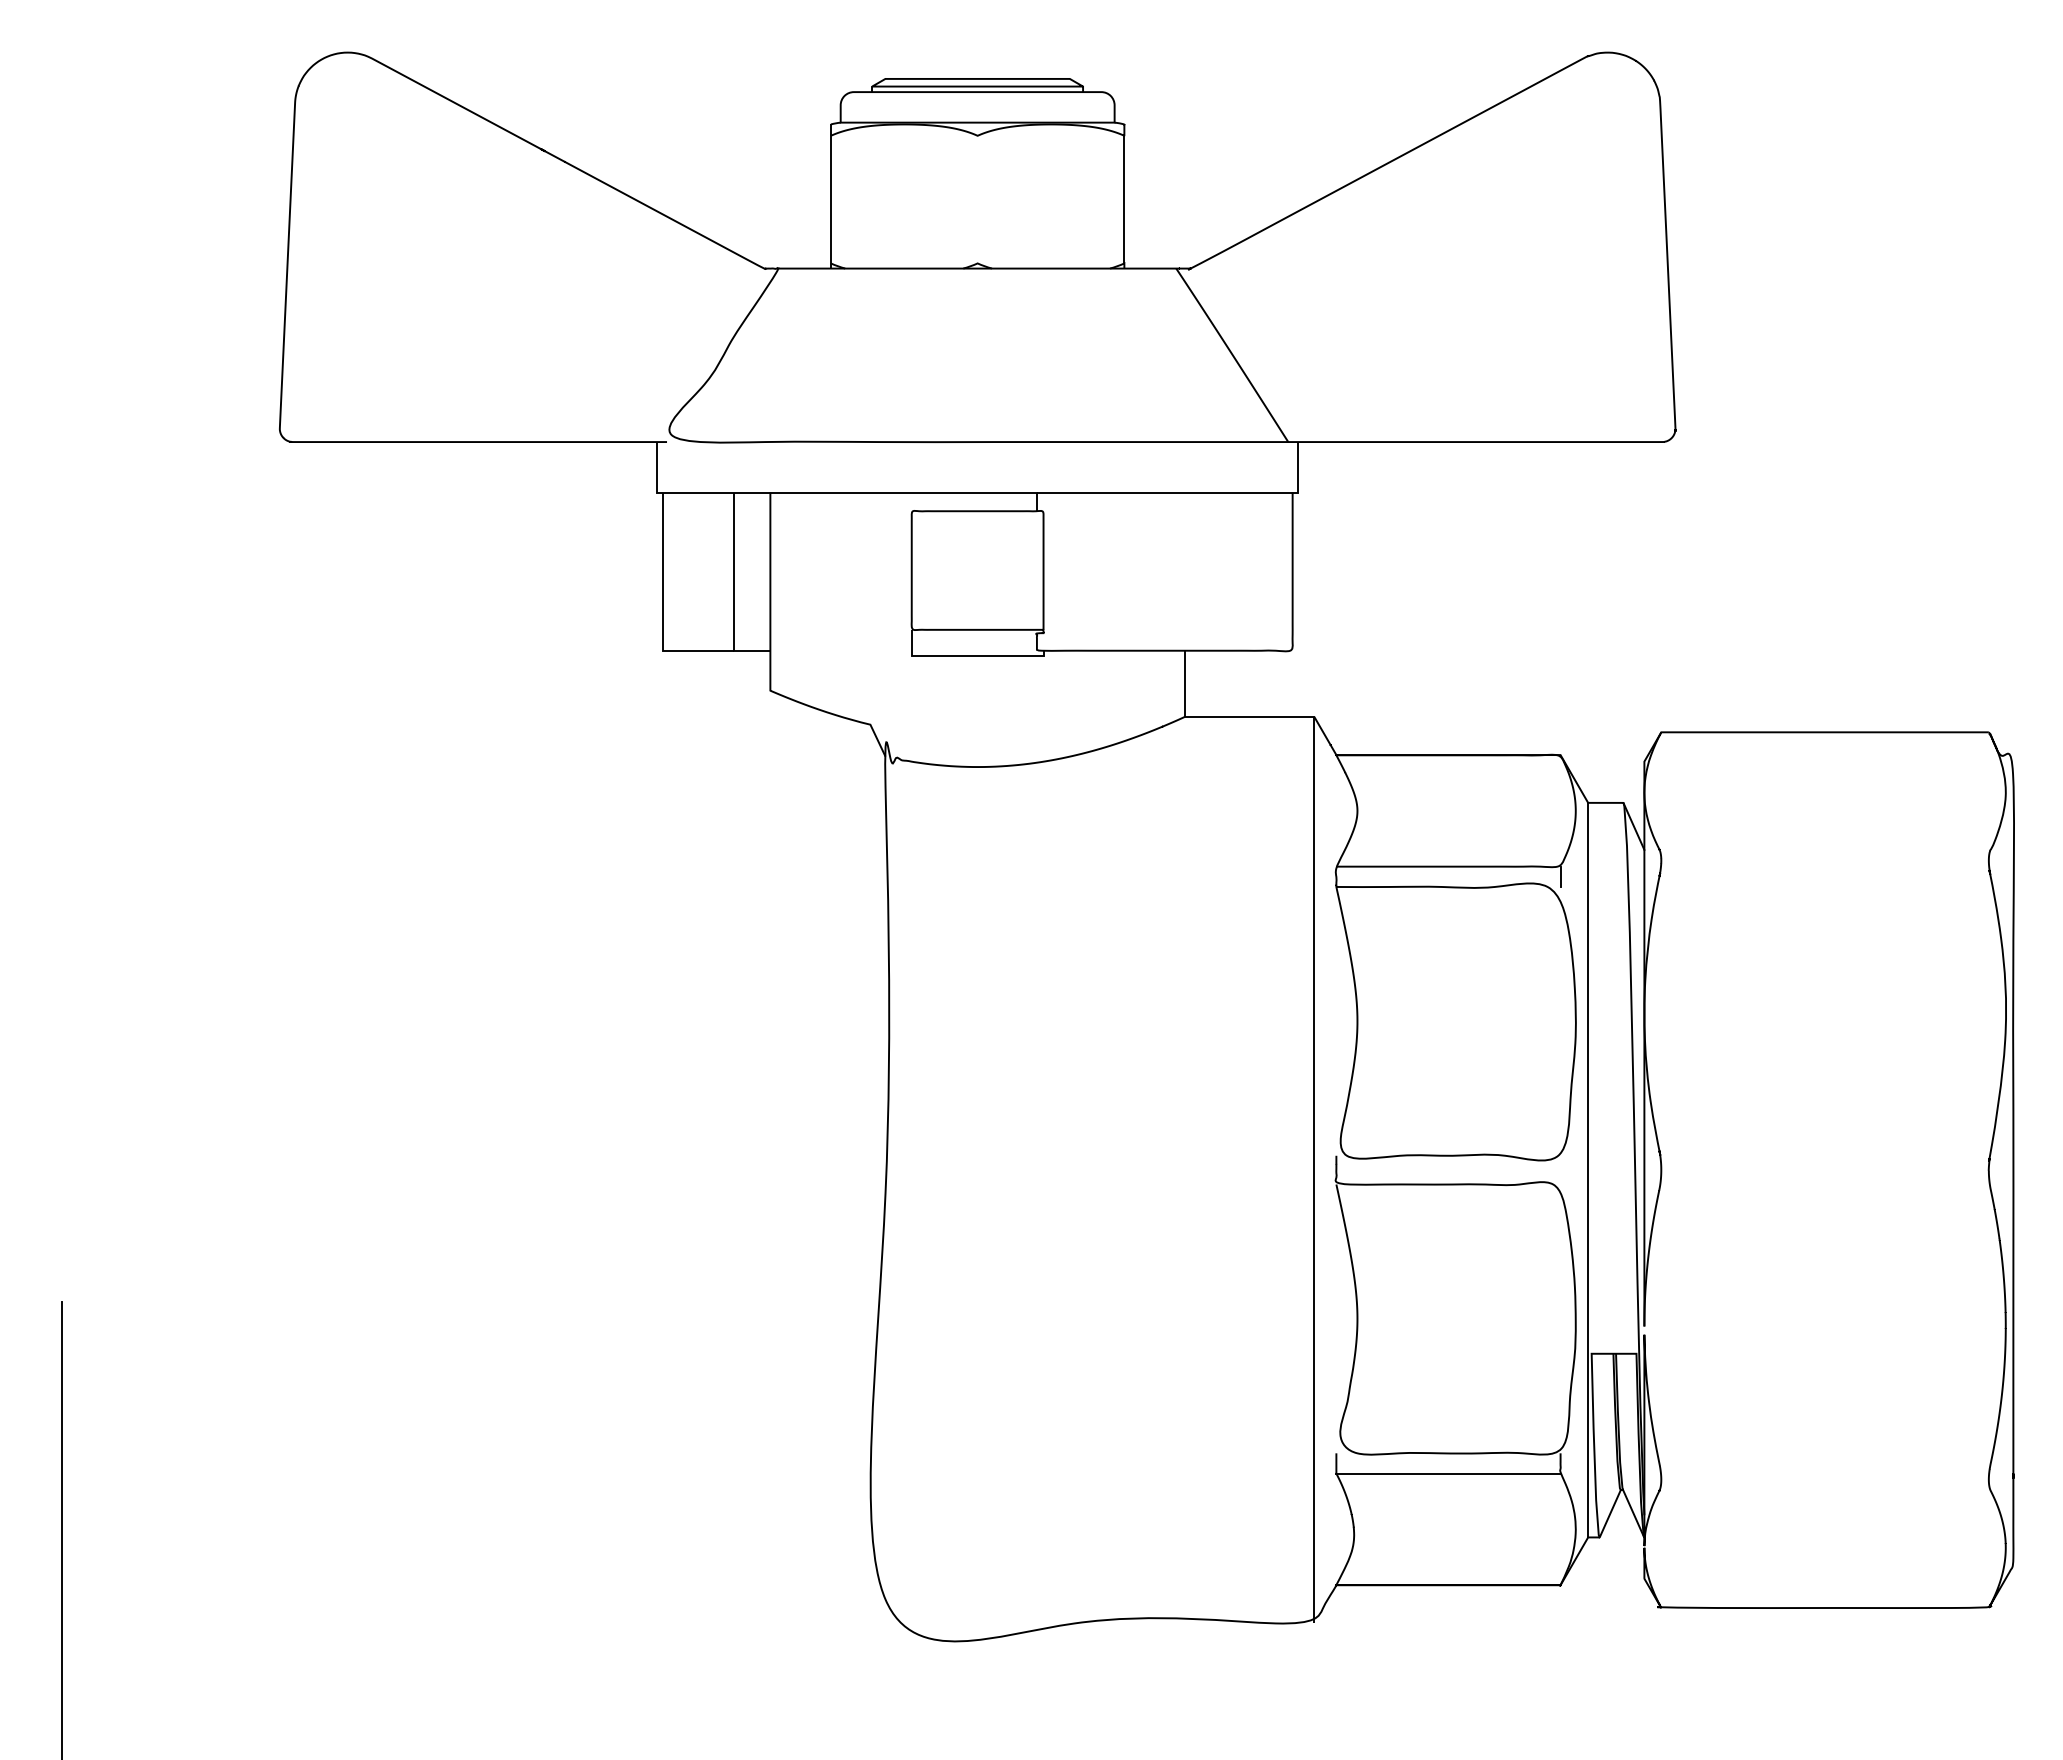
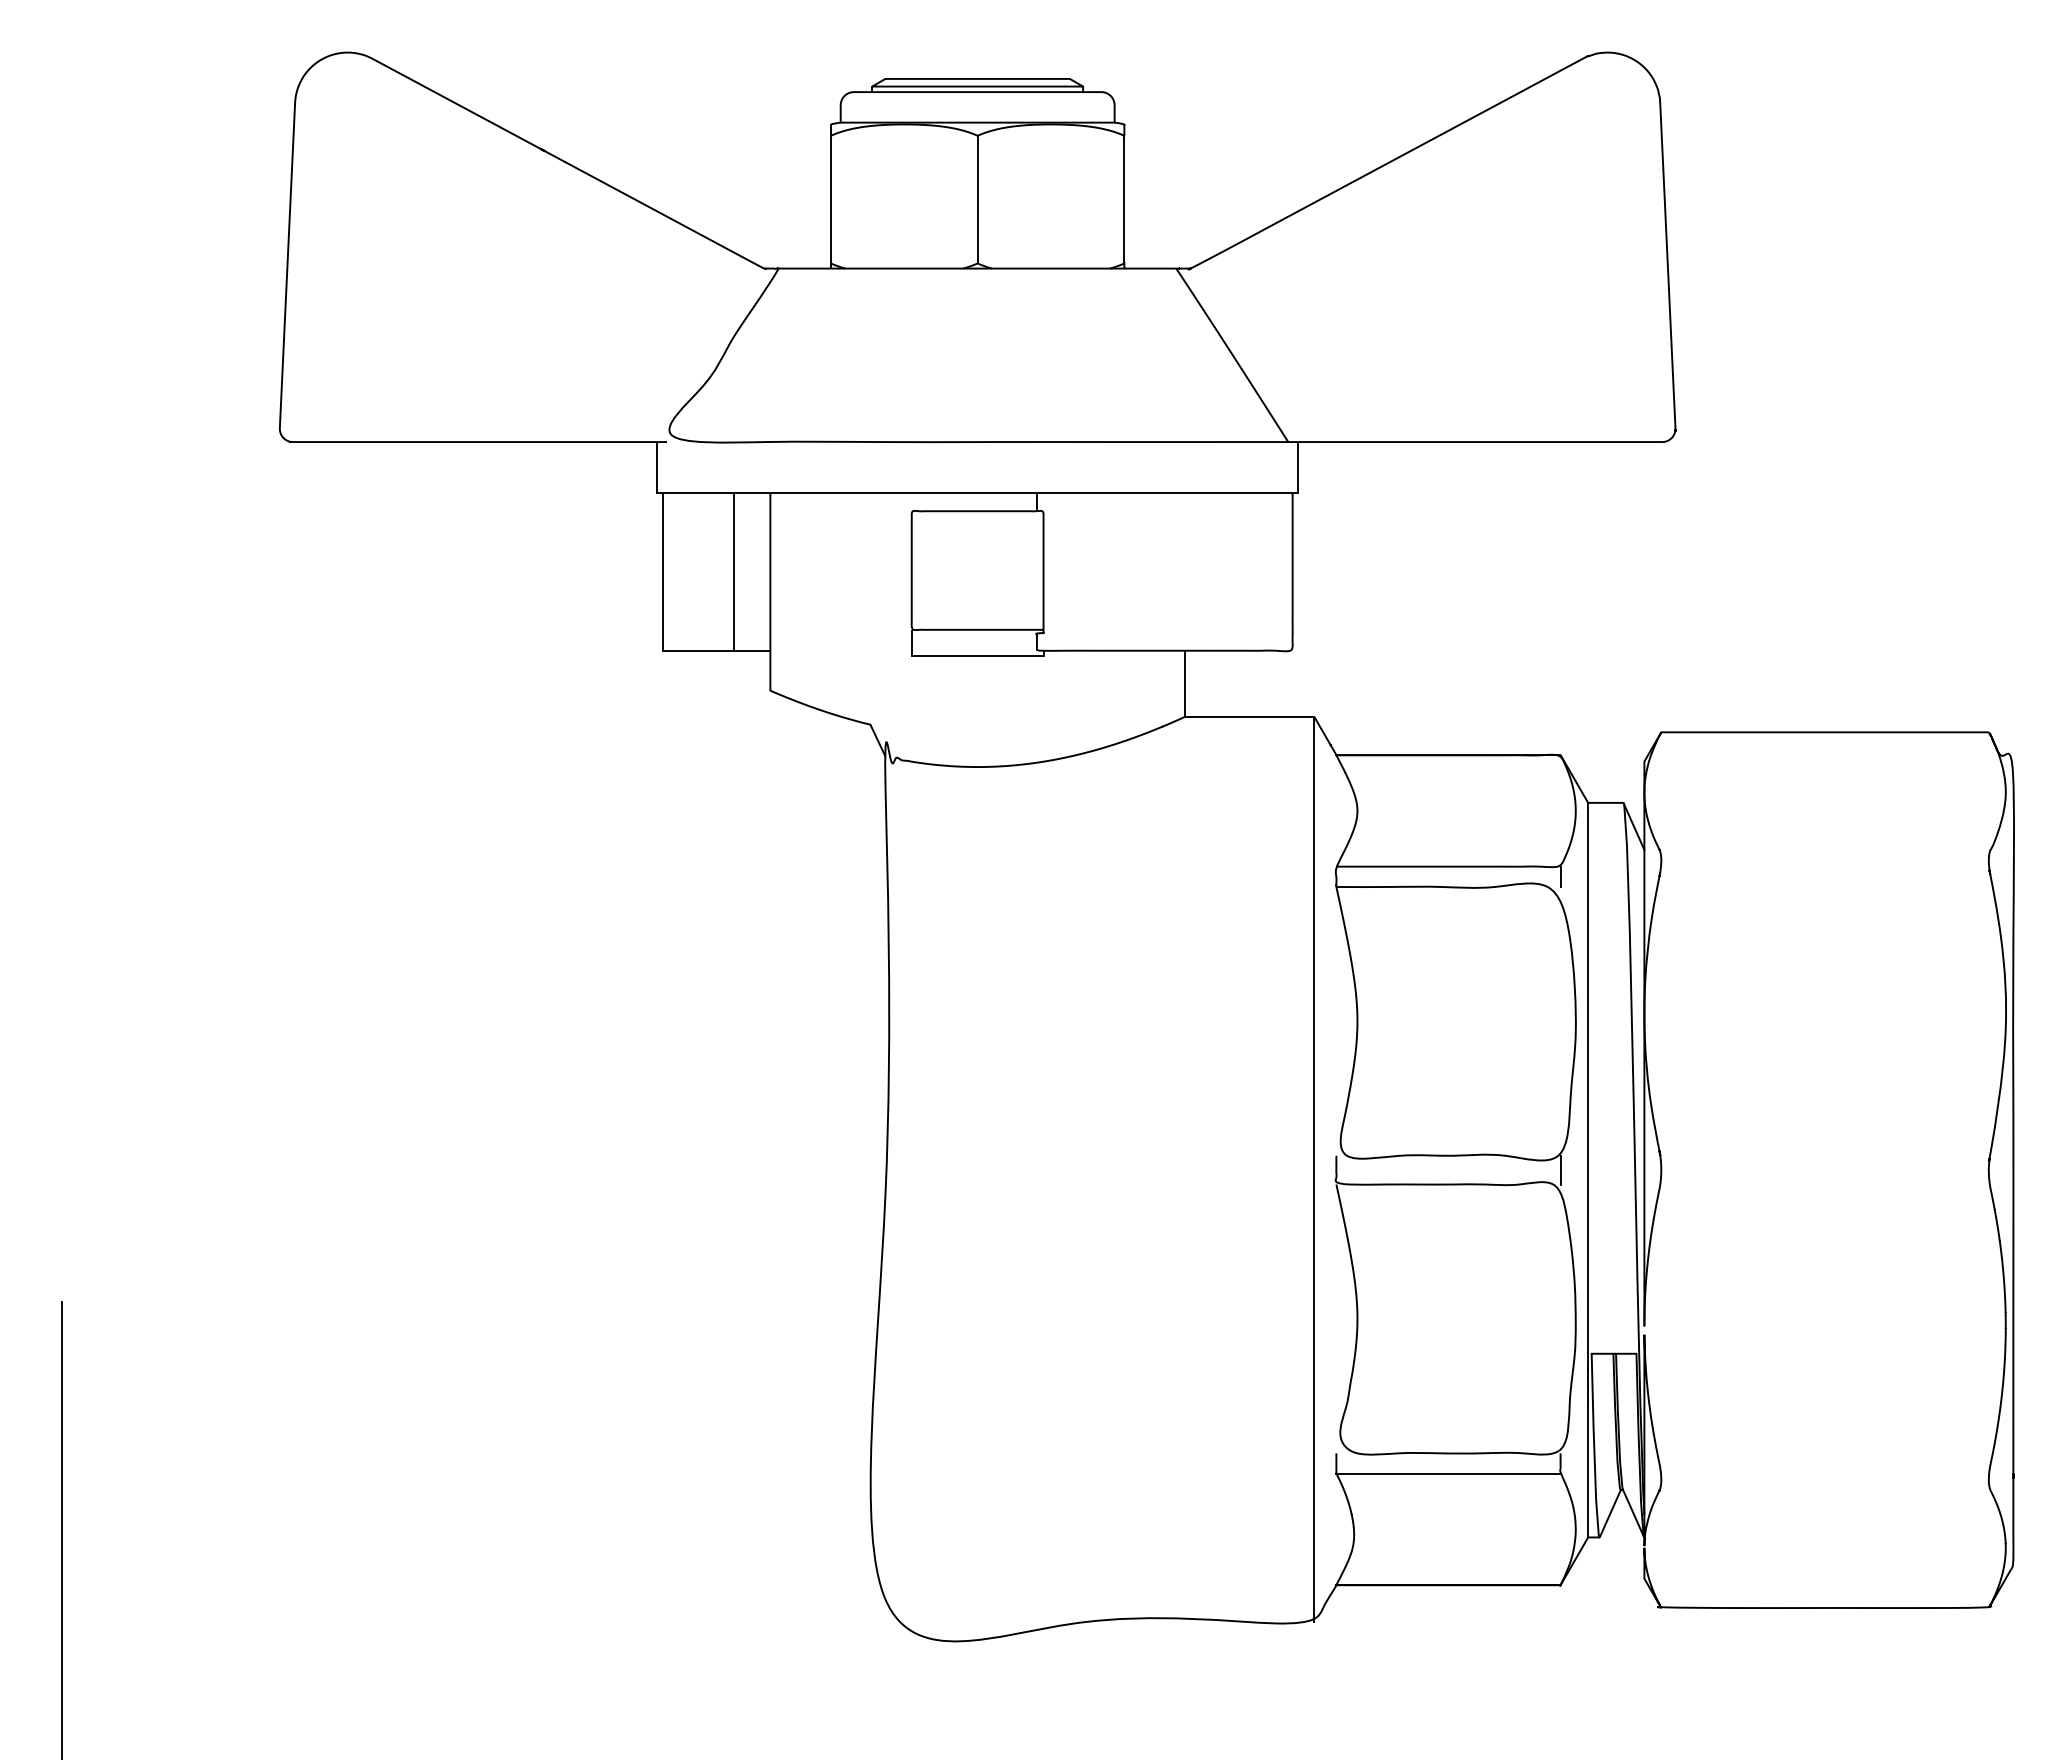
line at (977, 199): none -> present
line at (1560, 1169): none -> present
